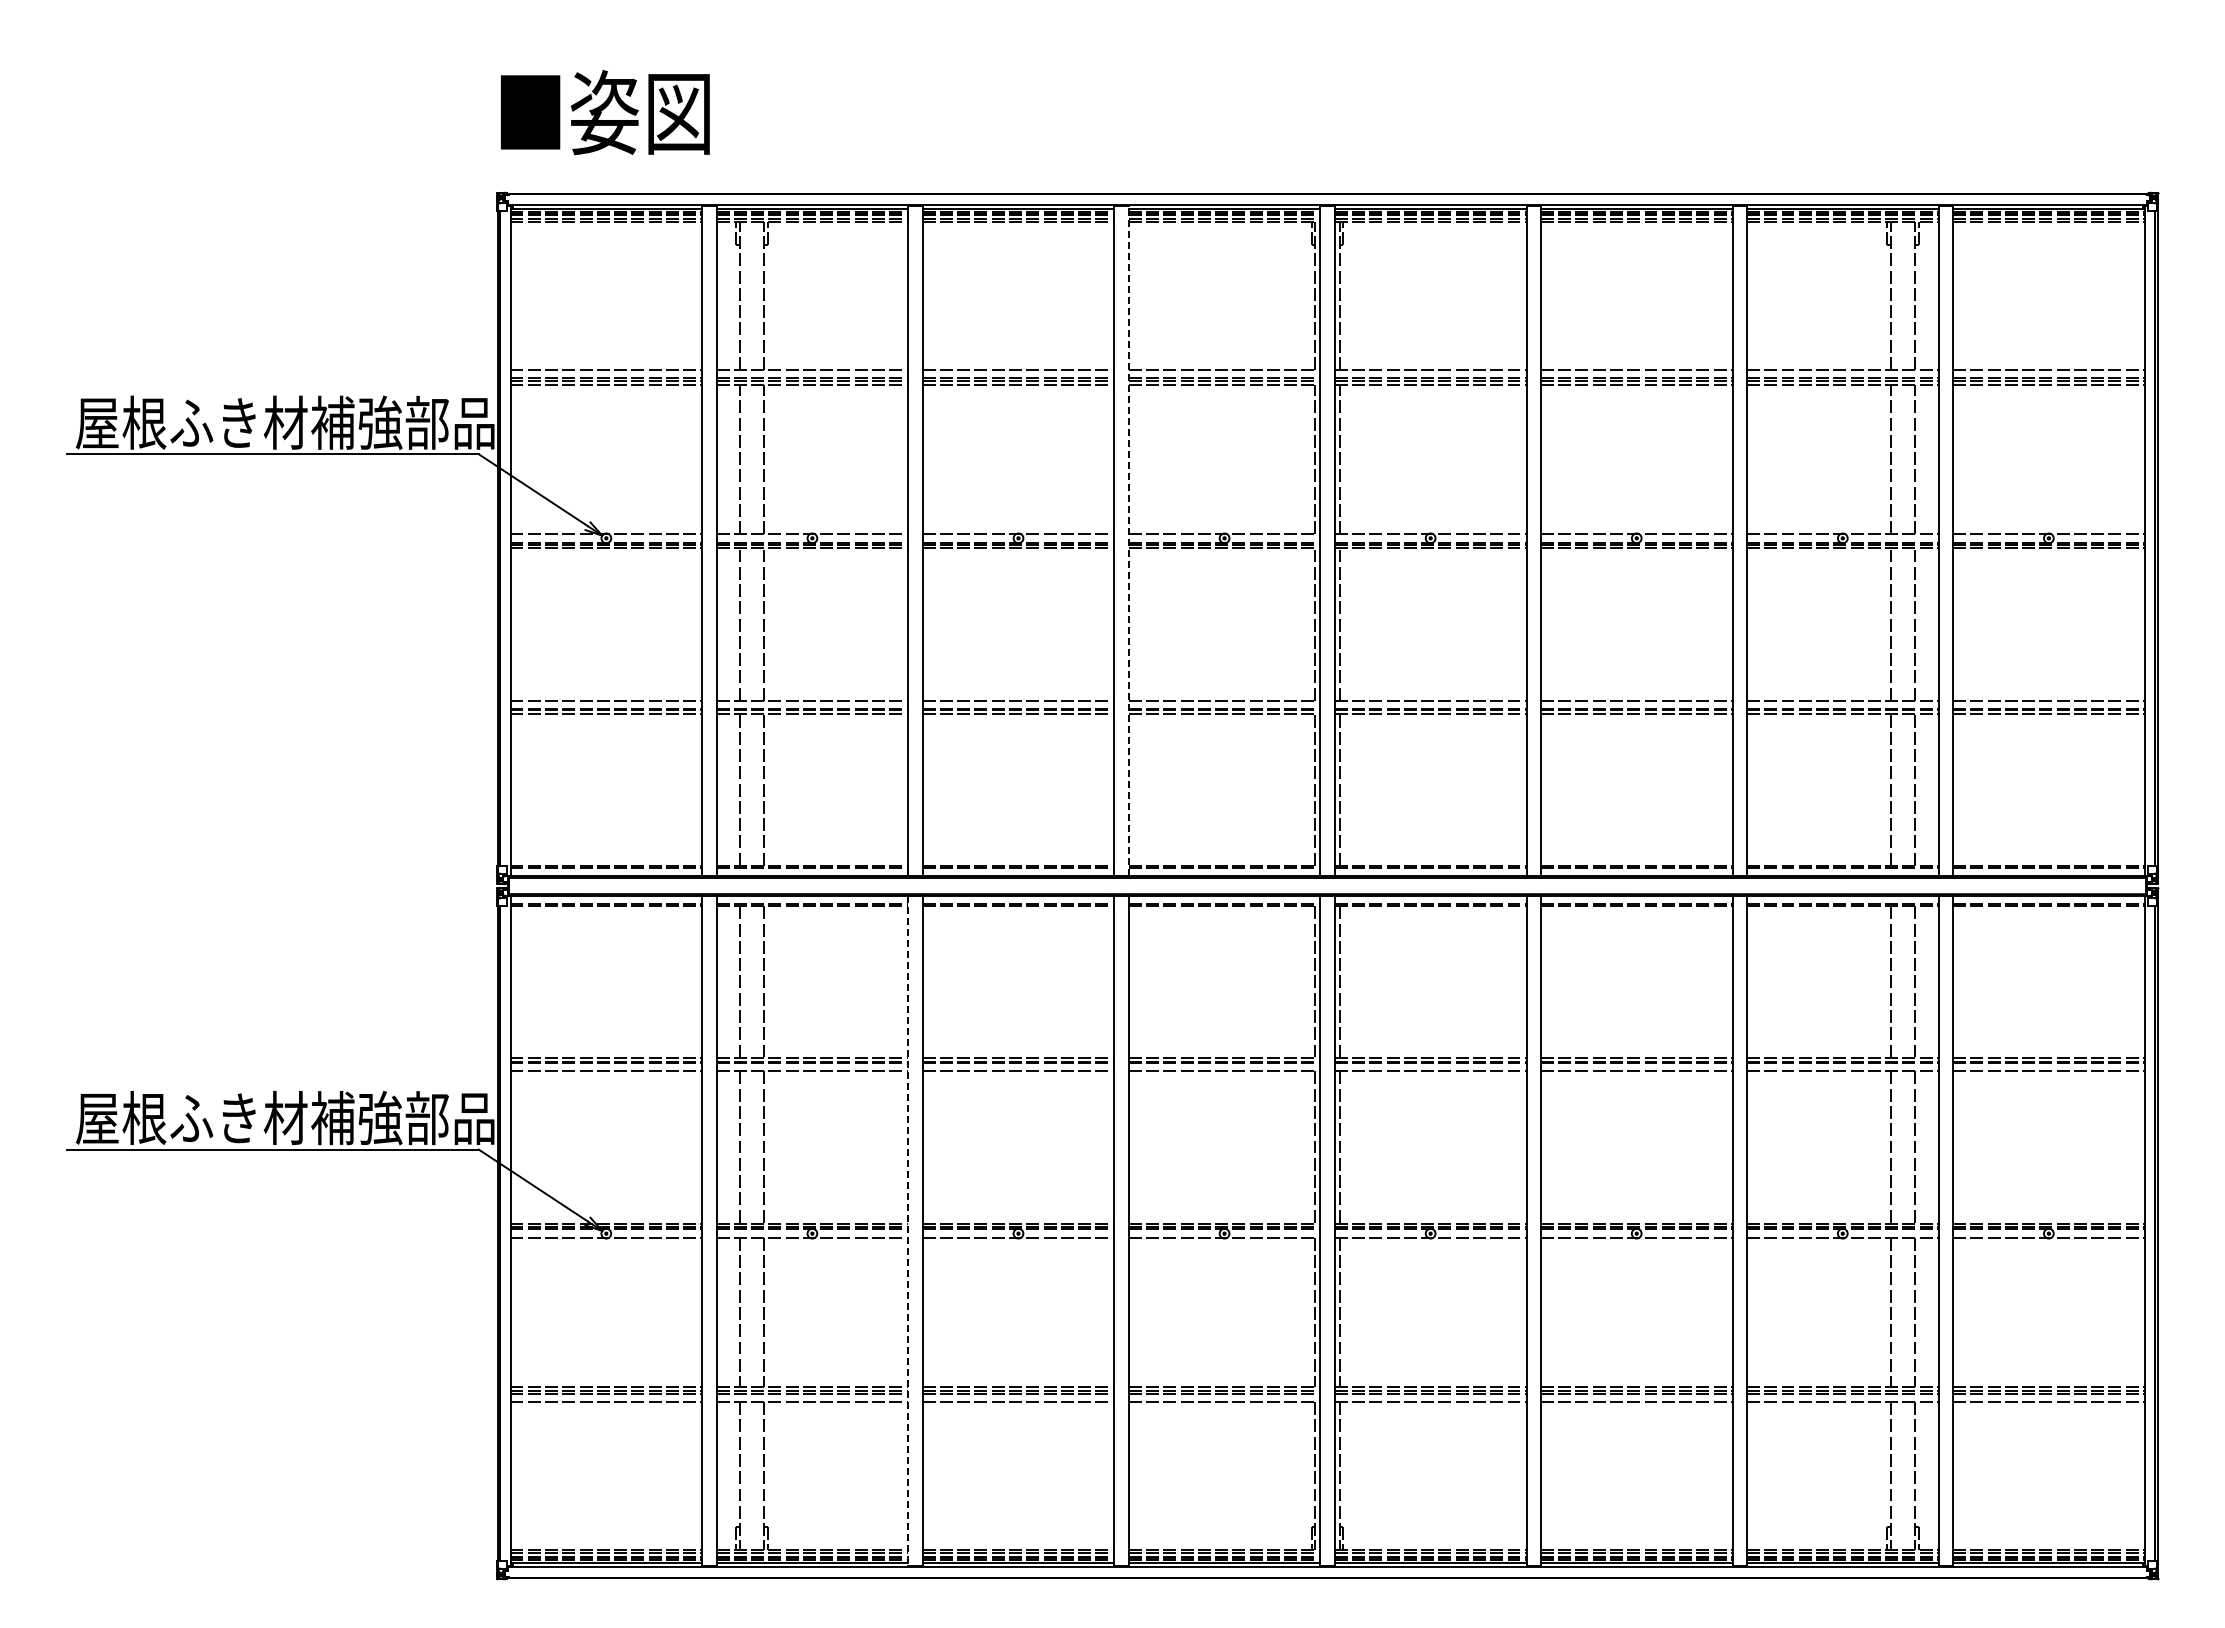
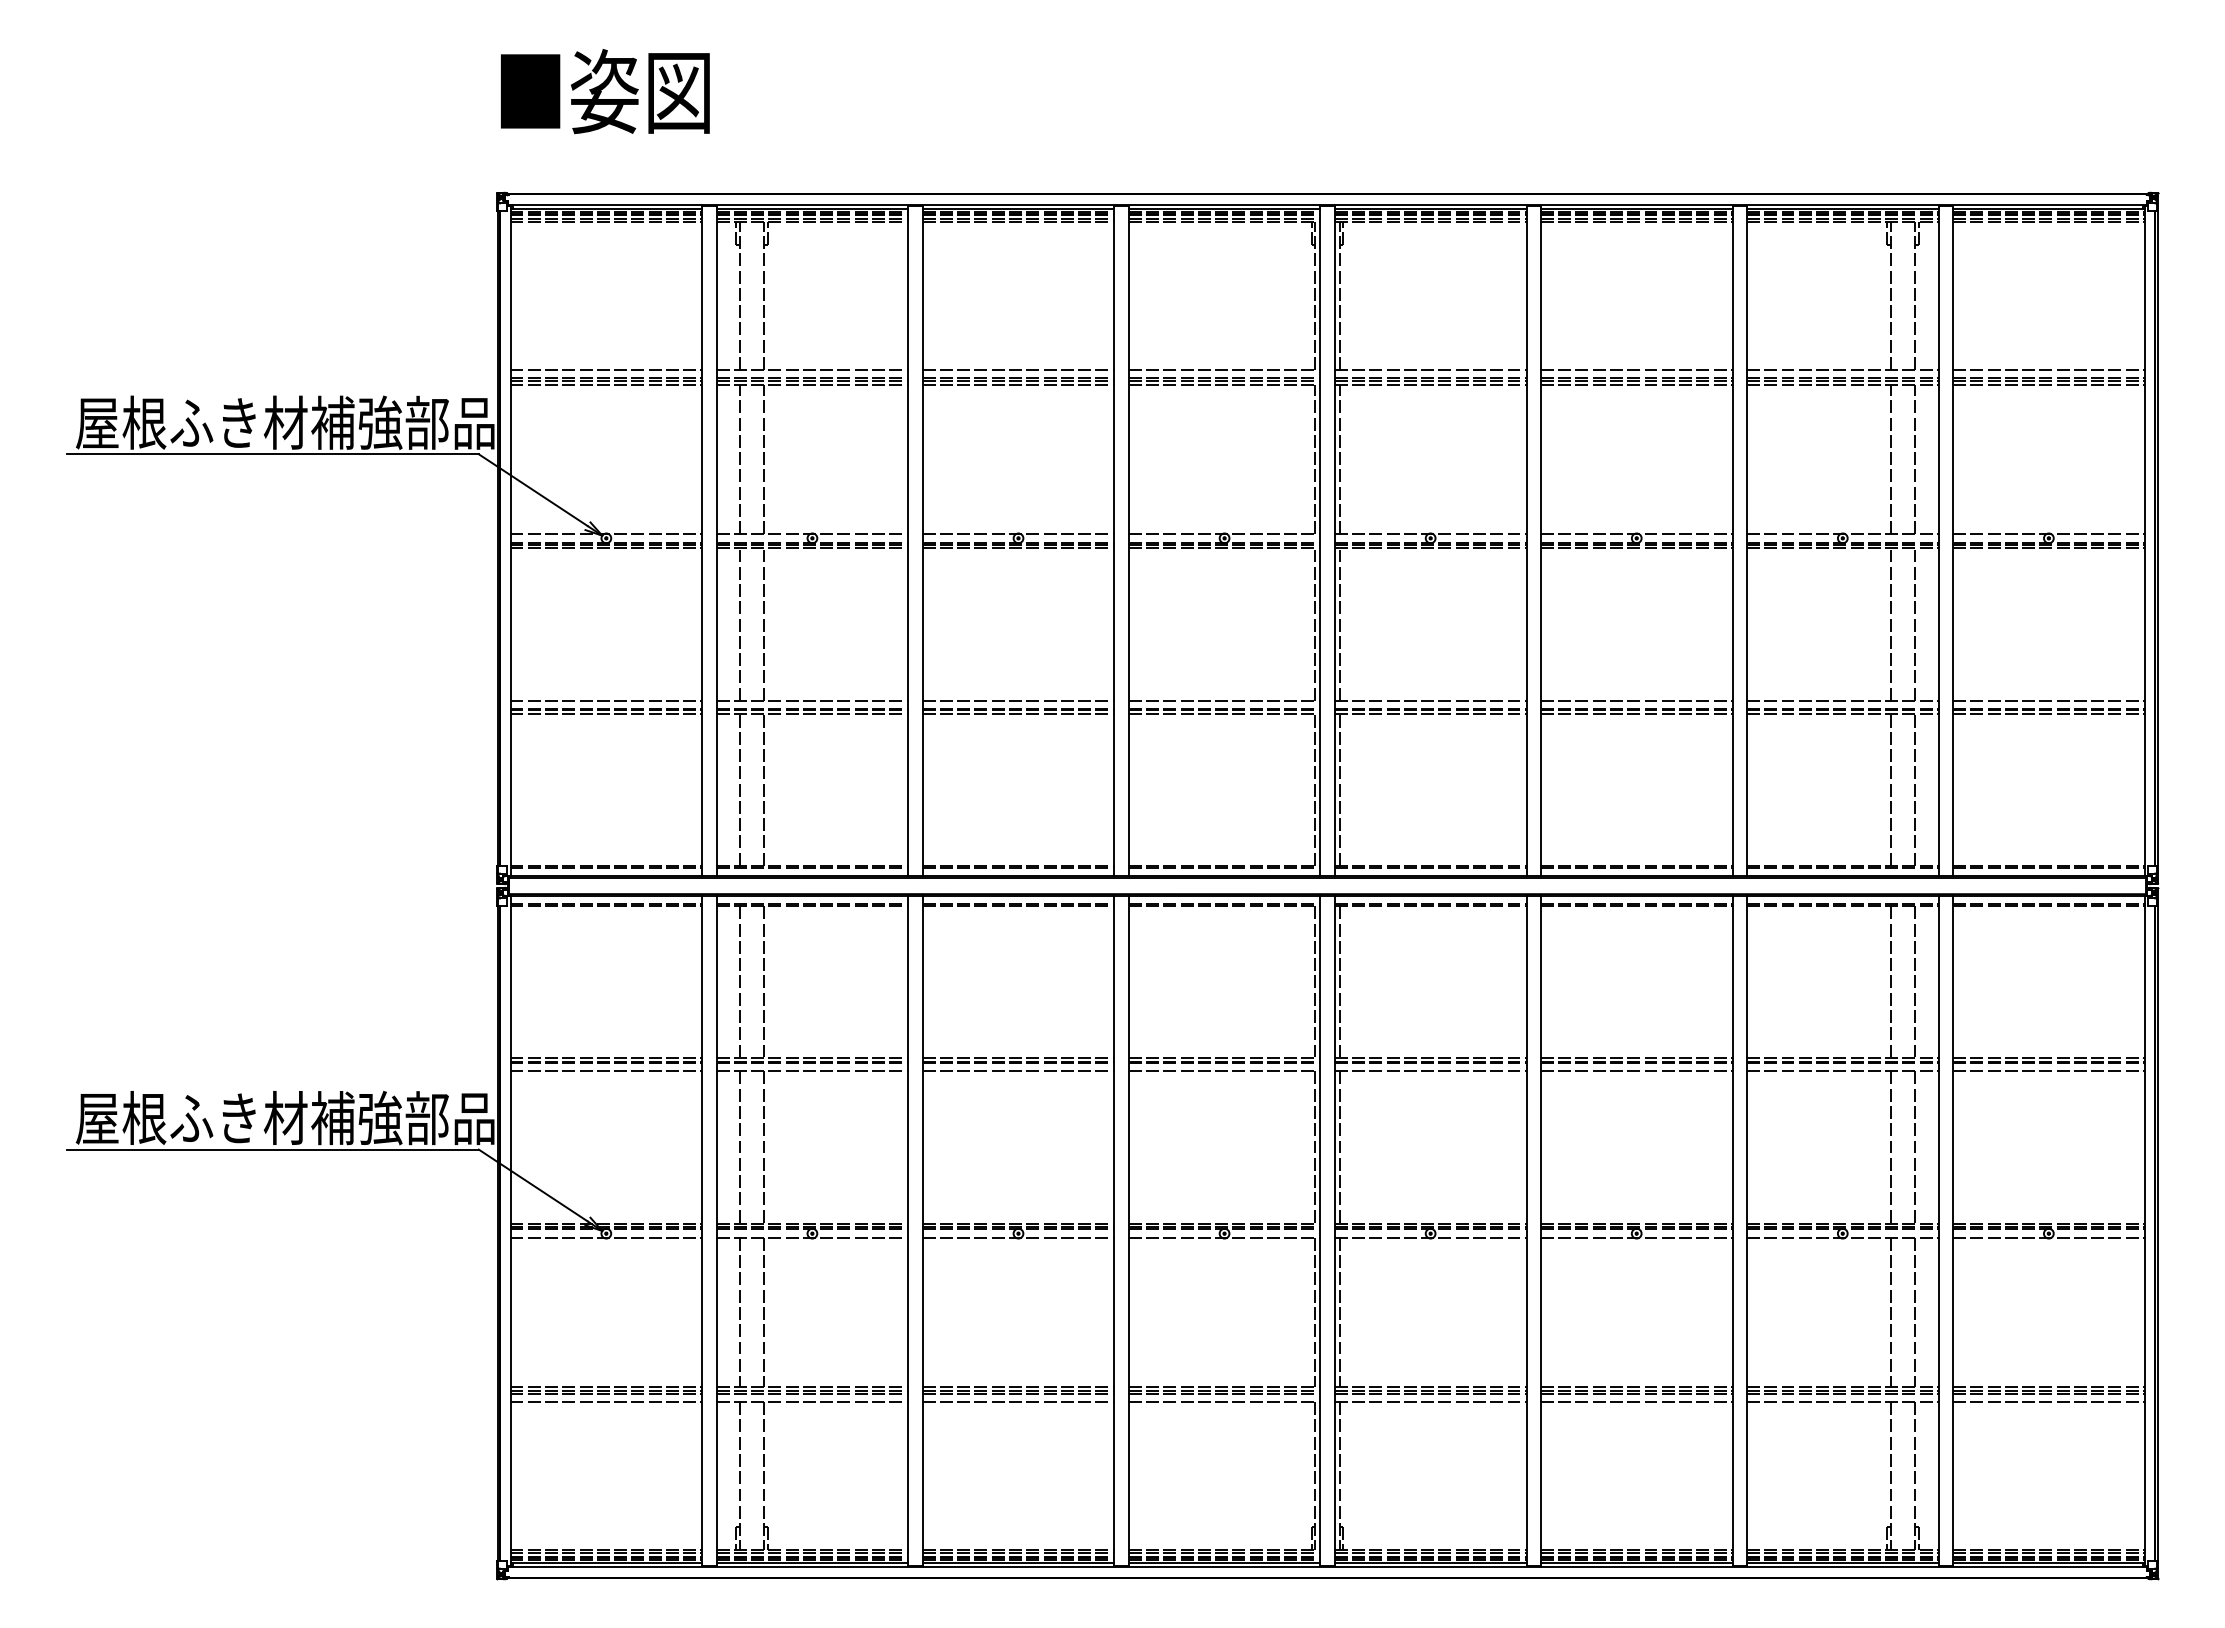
text at (605, 112) position: (605, 112) -> (605, 91)
line at (1128, 540): dashed -> solid
line at (908, 1231): dashed -> solid
